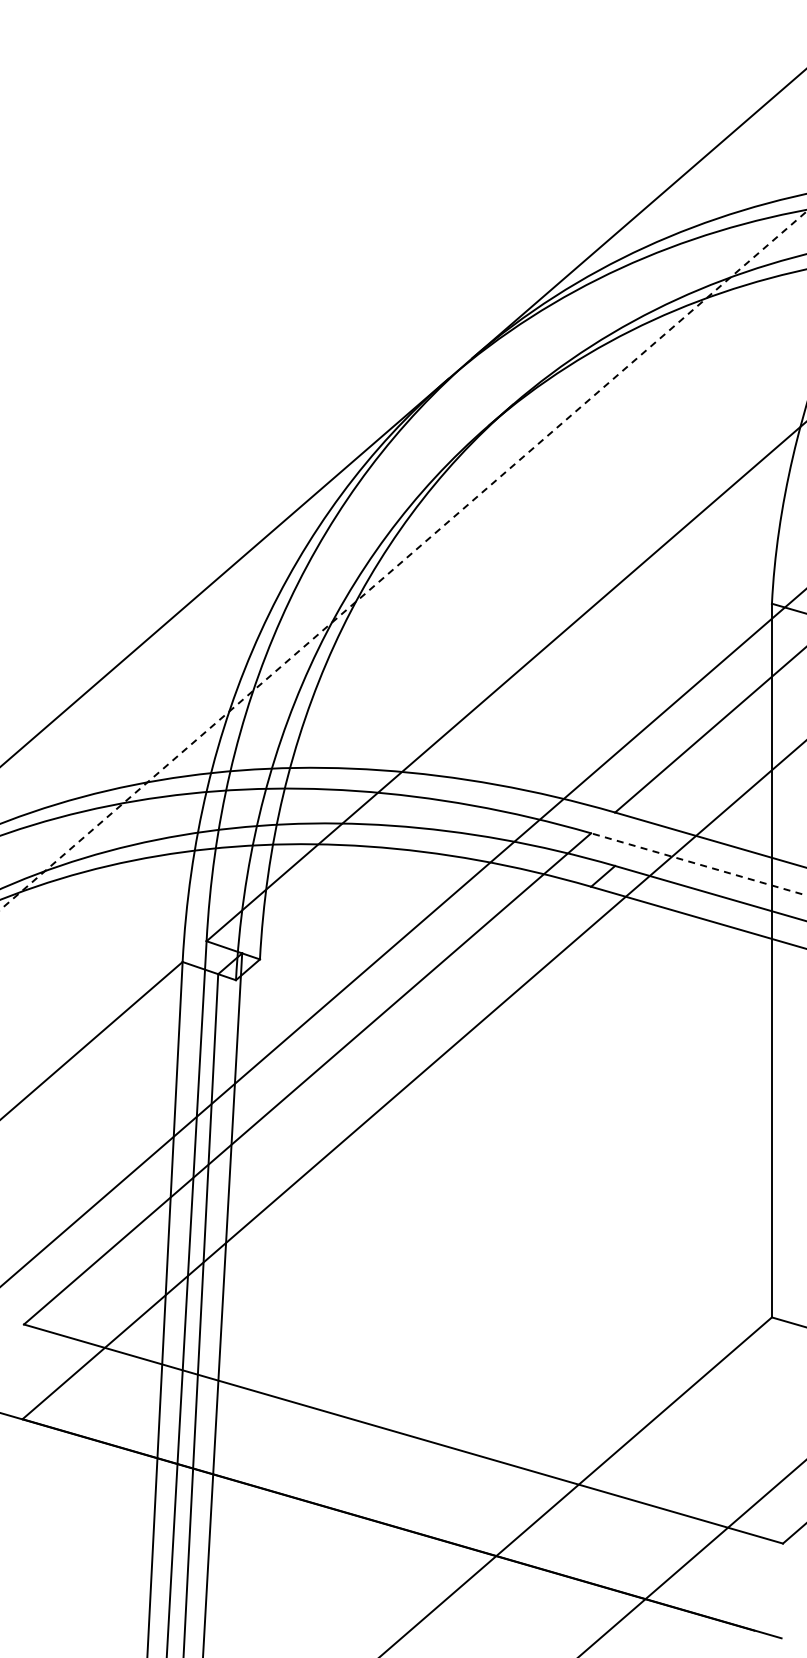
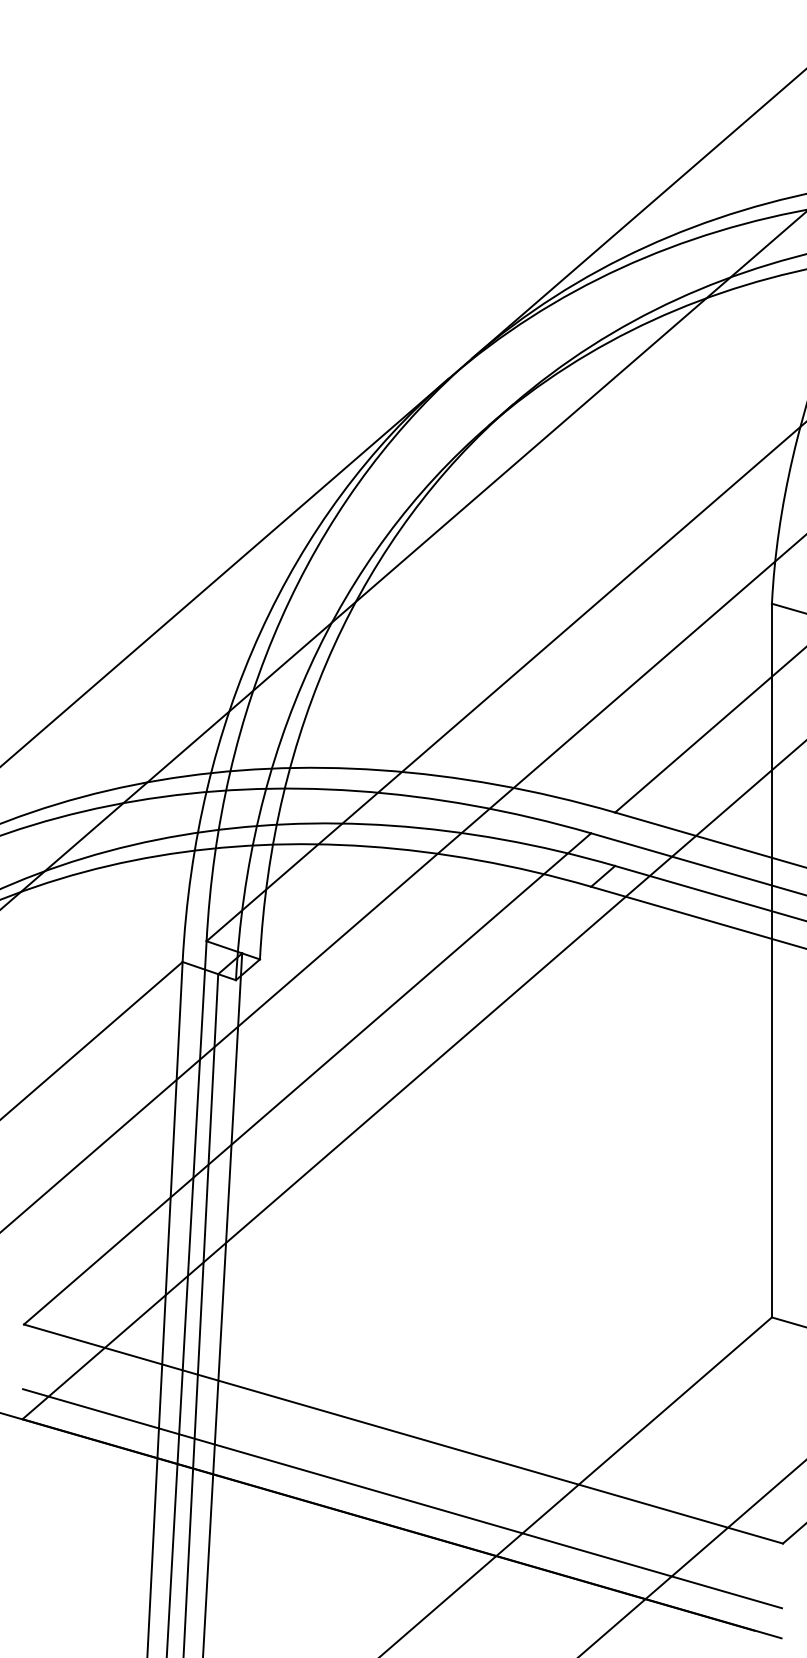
line at (403, 560): dashed -> solid
line at (698, 864): dashed -> solid
line at (402, 938) position: (402, 938) -> (402, 883)
line at (402, 1498): none -> present
